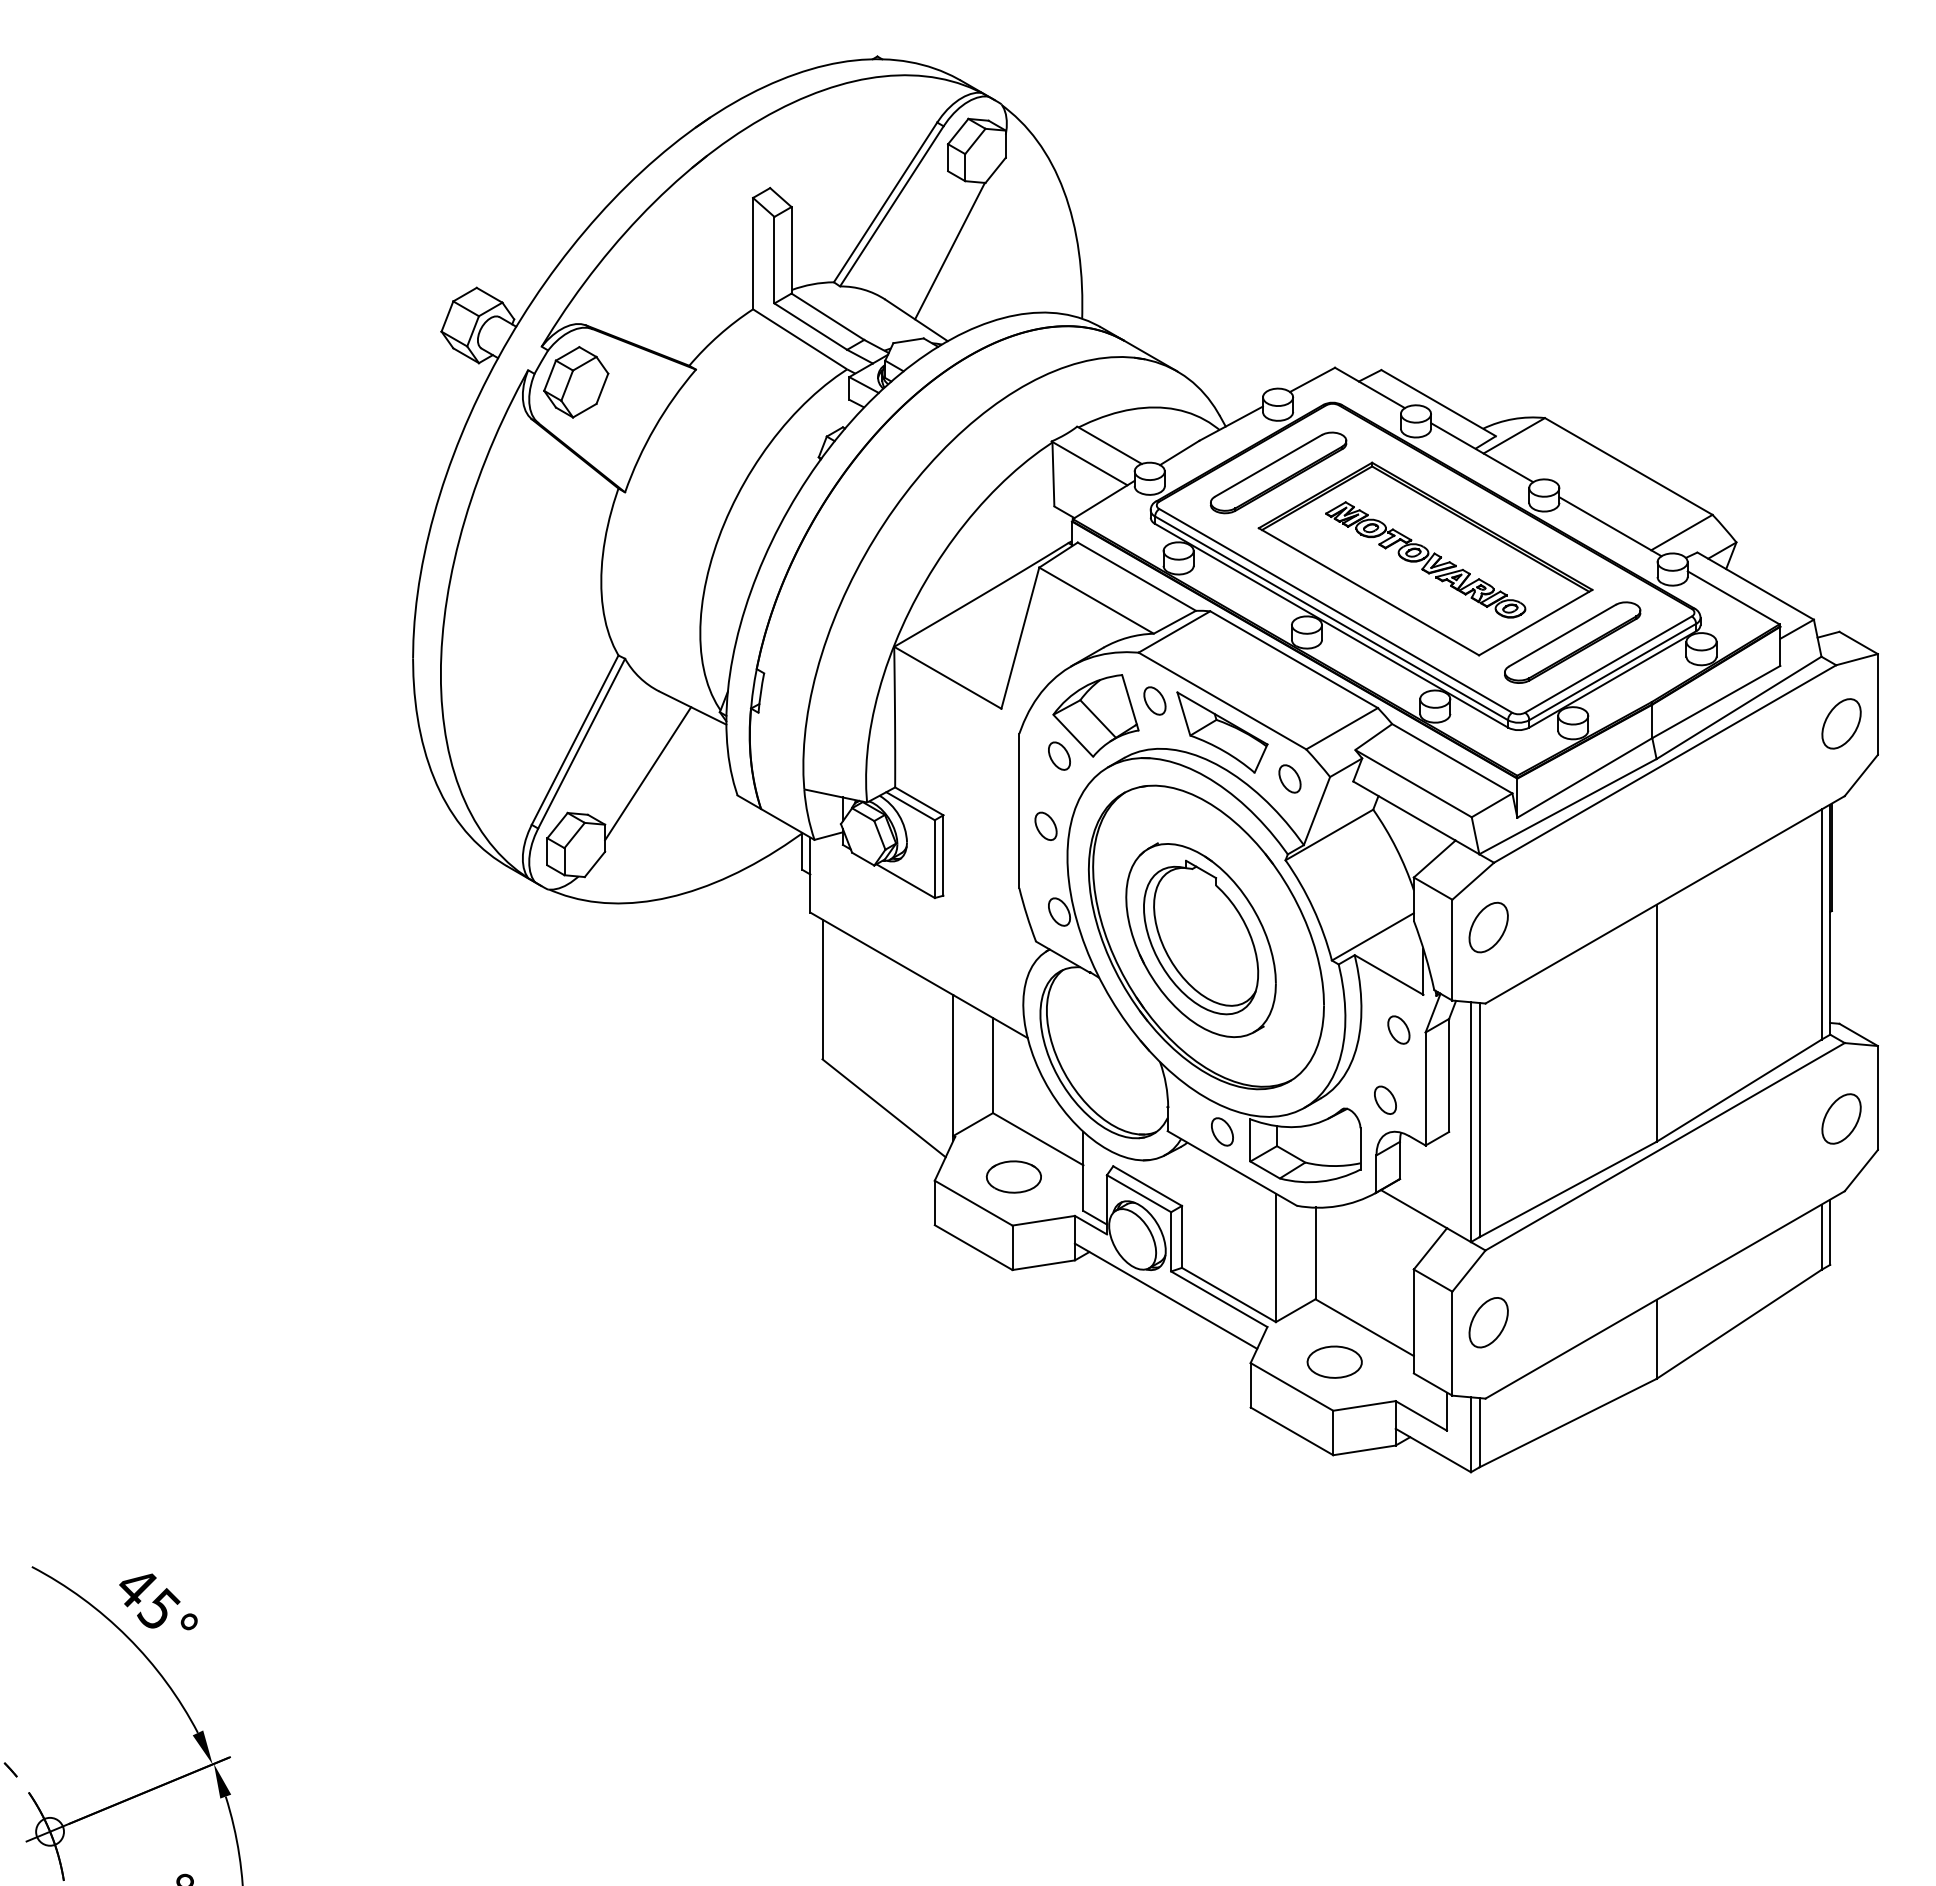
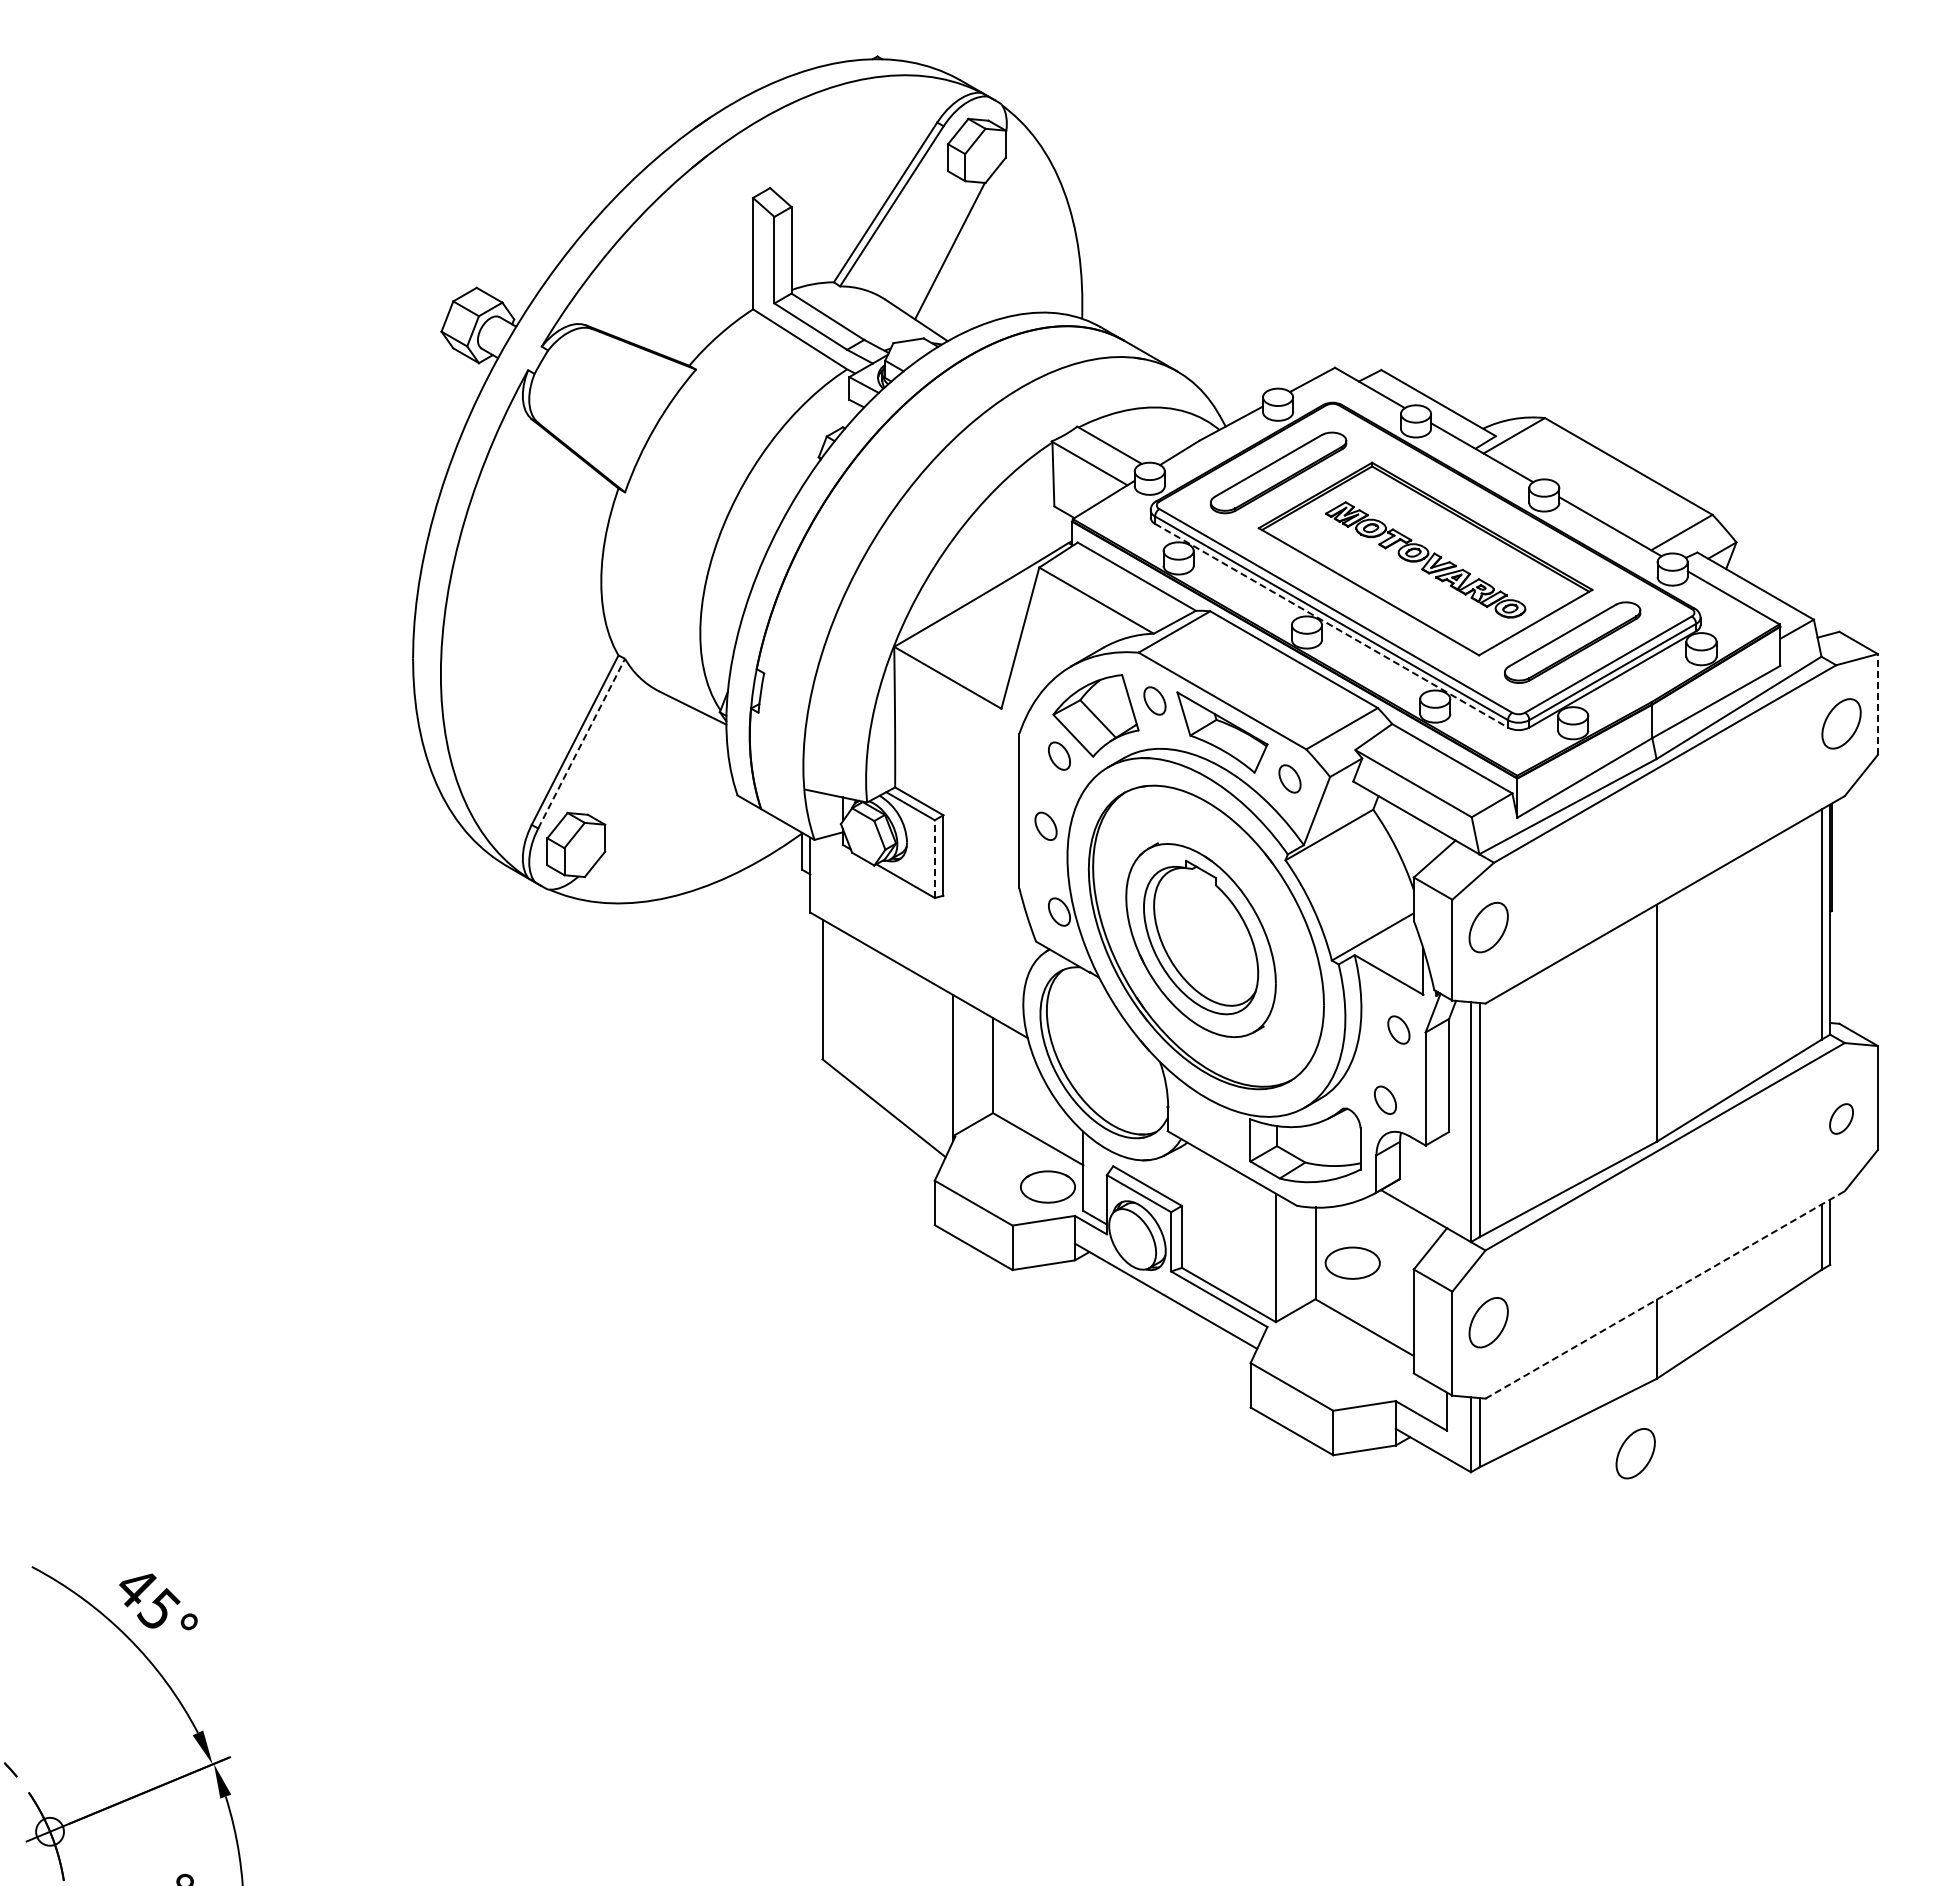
part at (576, 382): present -> none
line at (1331, 625): solid -> dashed
line at (1877, 703): solid -> dashed
line at (581, 743): solid -> dashed
line at (648, 773): present -> none
line at (934, 859): solid -> dashed
part at (1841, 1118) size: 41x52 px -> 25x32 px
part at (1222, 1131): present -> none
part at (1013, 1176) position: (1013, 1176) -> (1047, 1186)
line at (1665, 1294): solid -> dashed
part at (1334, 1361) position: (1334, 1361) -> (1352, 1262)
part at (1635, 1453): none -> present
